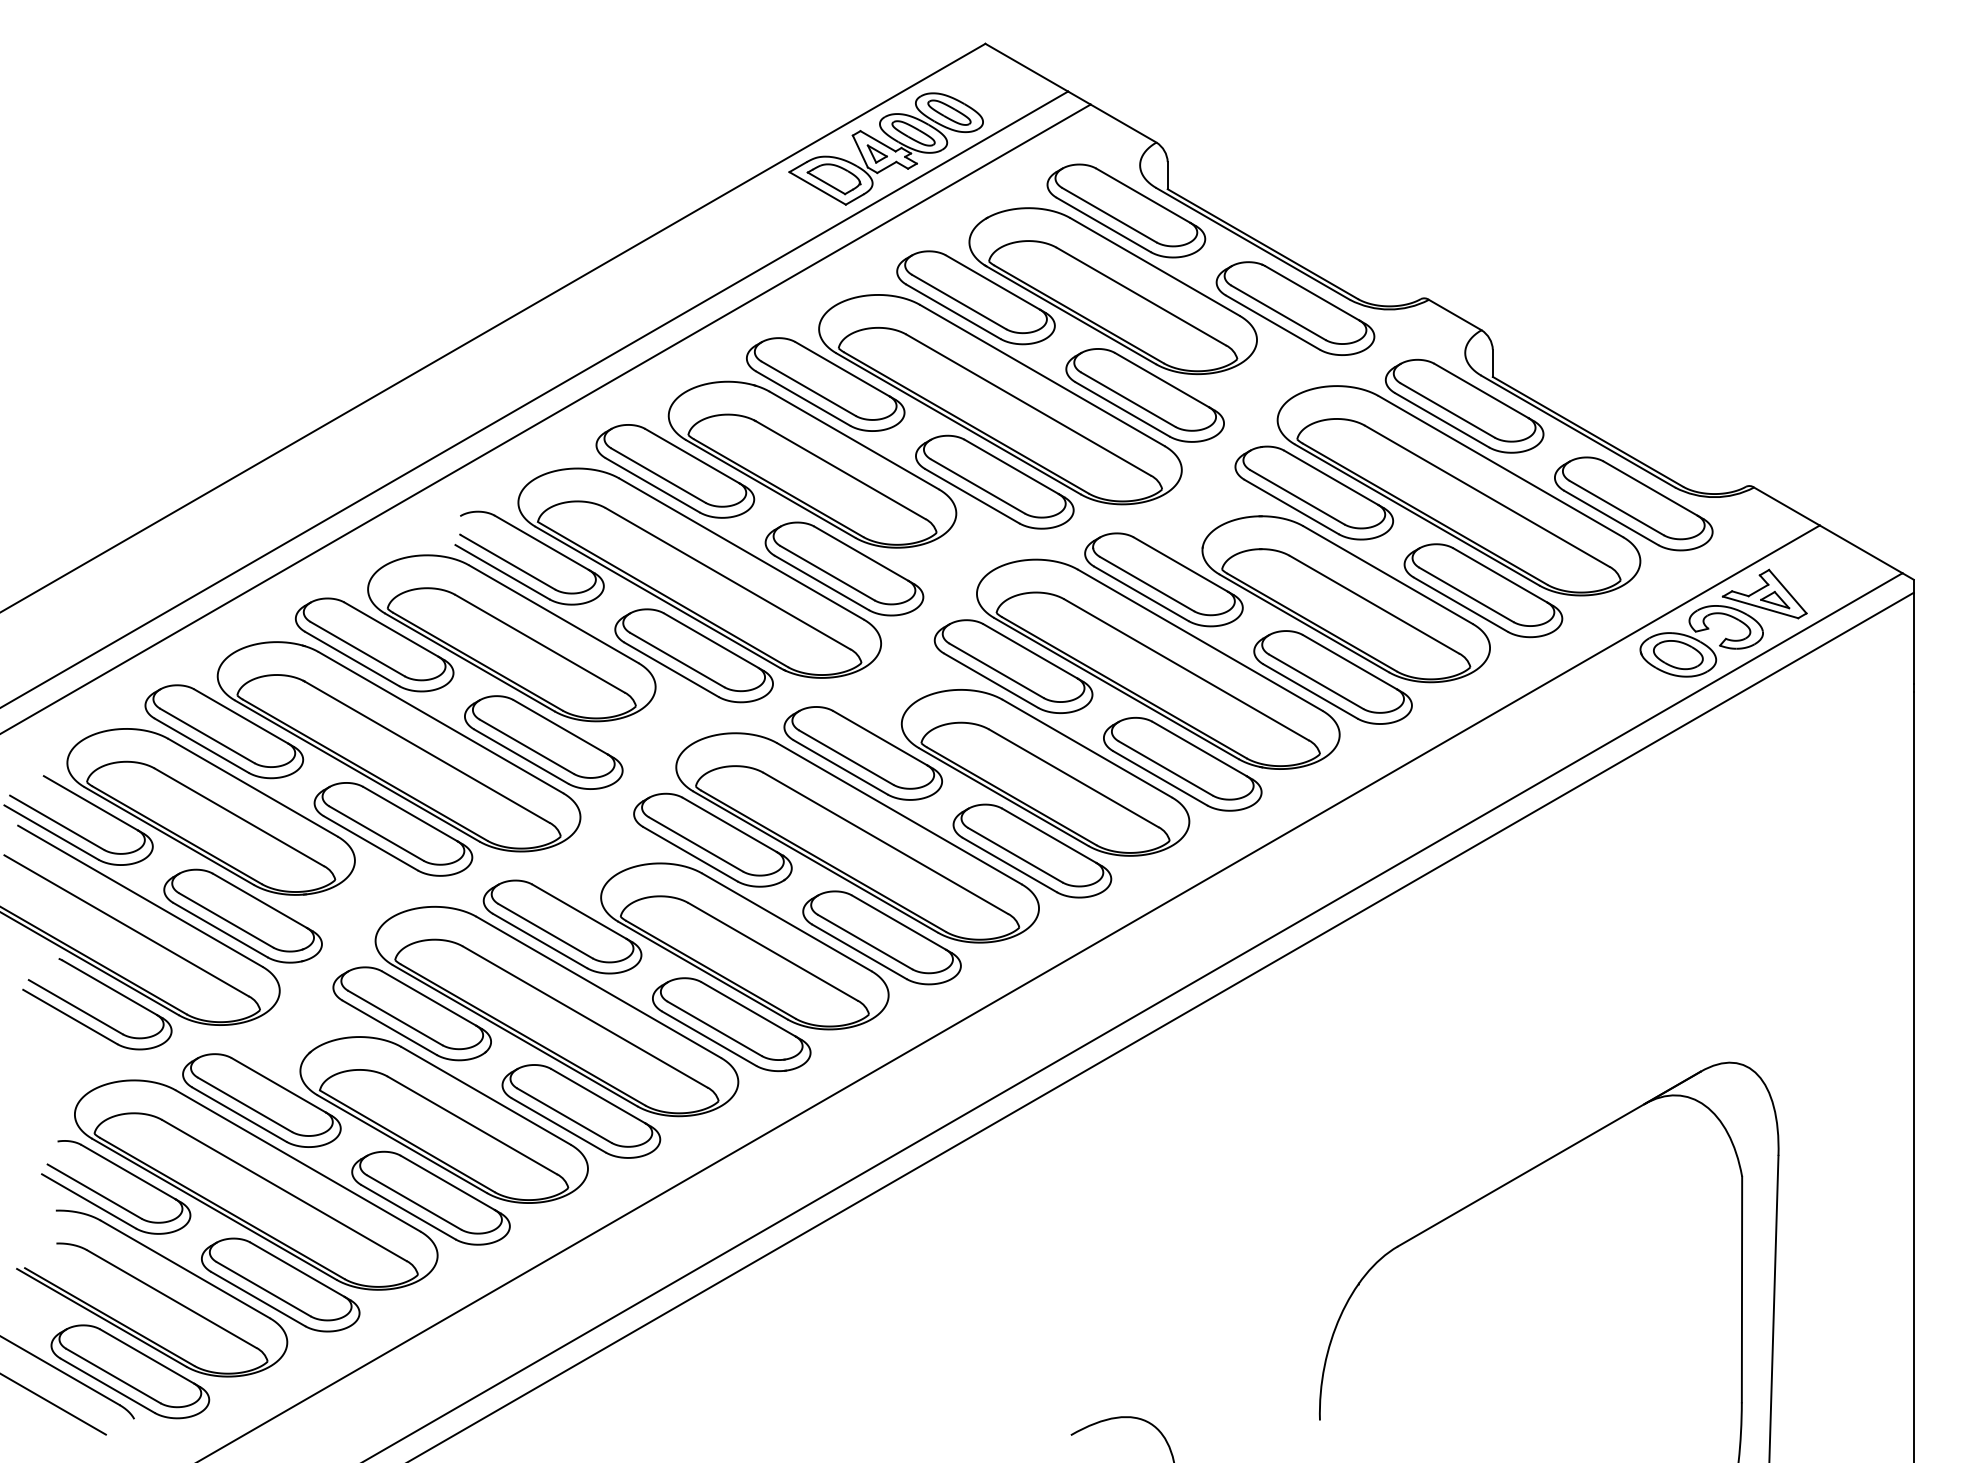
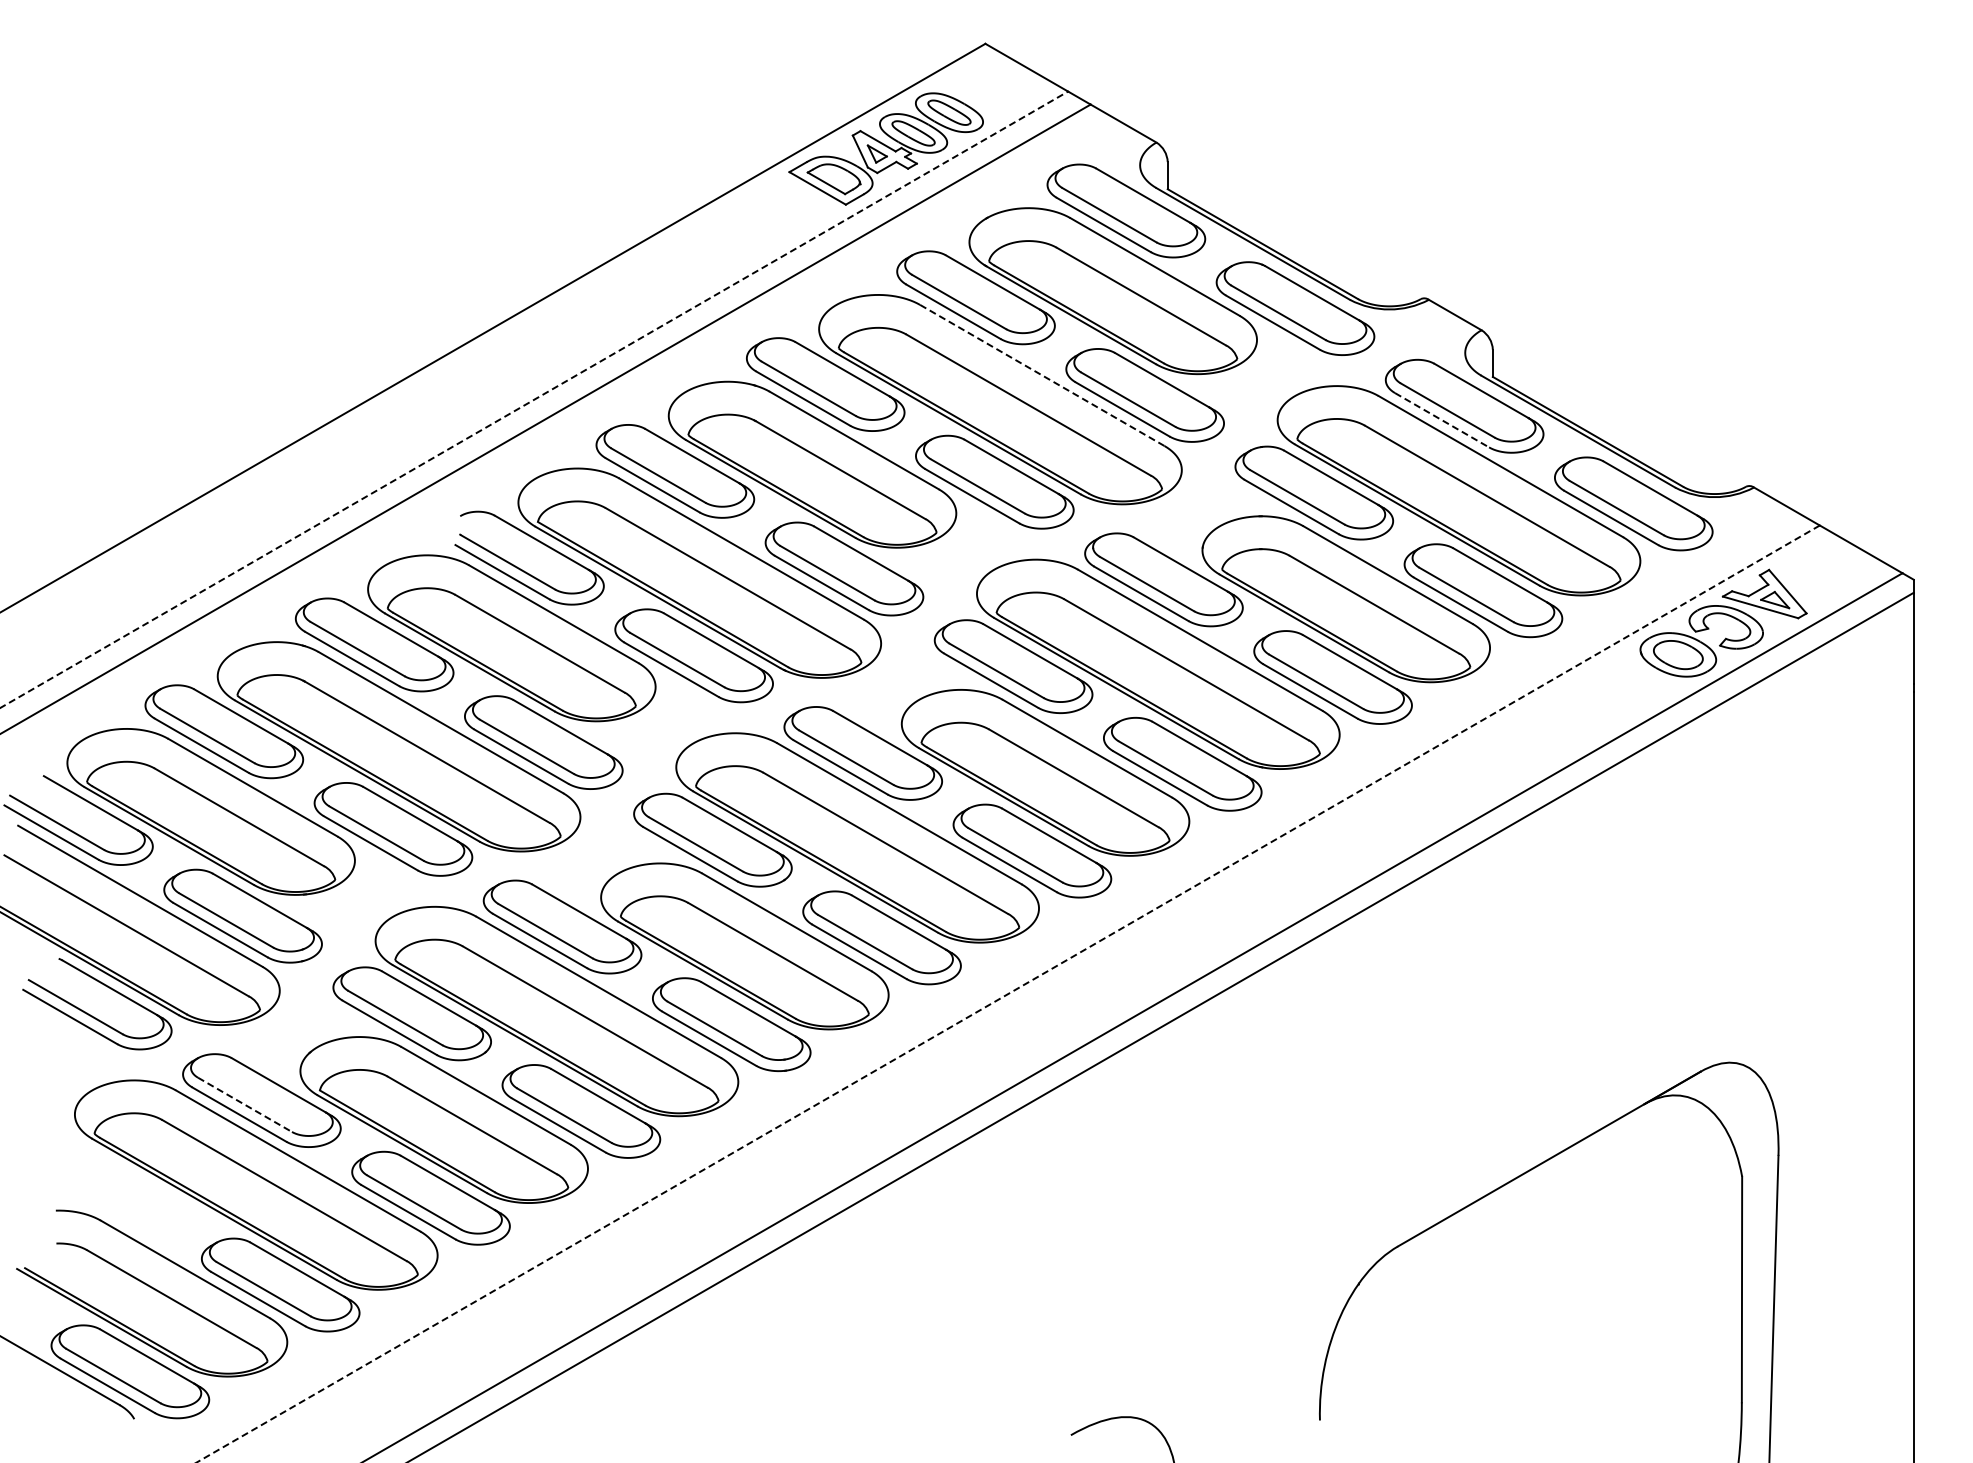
line at (1042, 375): solid -> dashed
line at (534, 399): solid -> dashed
line at (1442, 420): solid -> dashed
line at (1007, 994): solid -> dashed
line at (245, 1105): solid -> dashed
part at (110, 1199): present -> none
line at (53, 1404): present -> none
